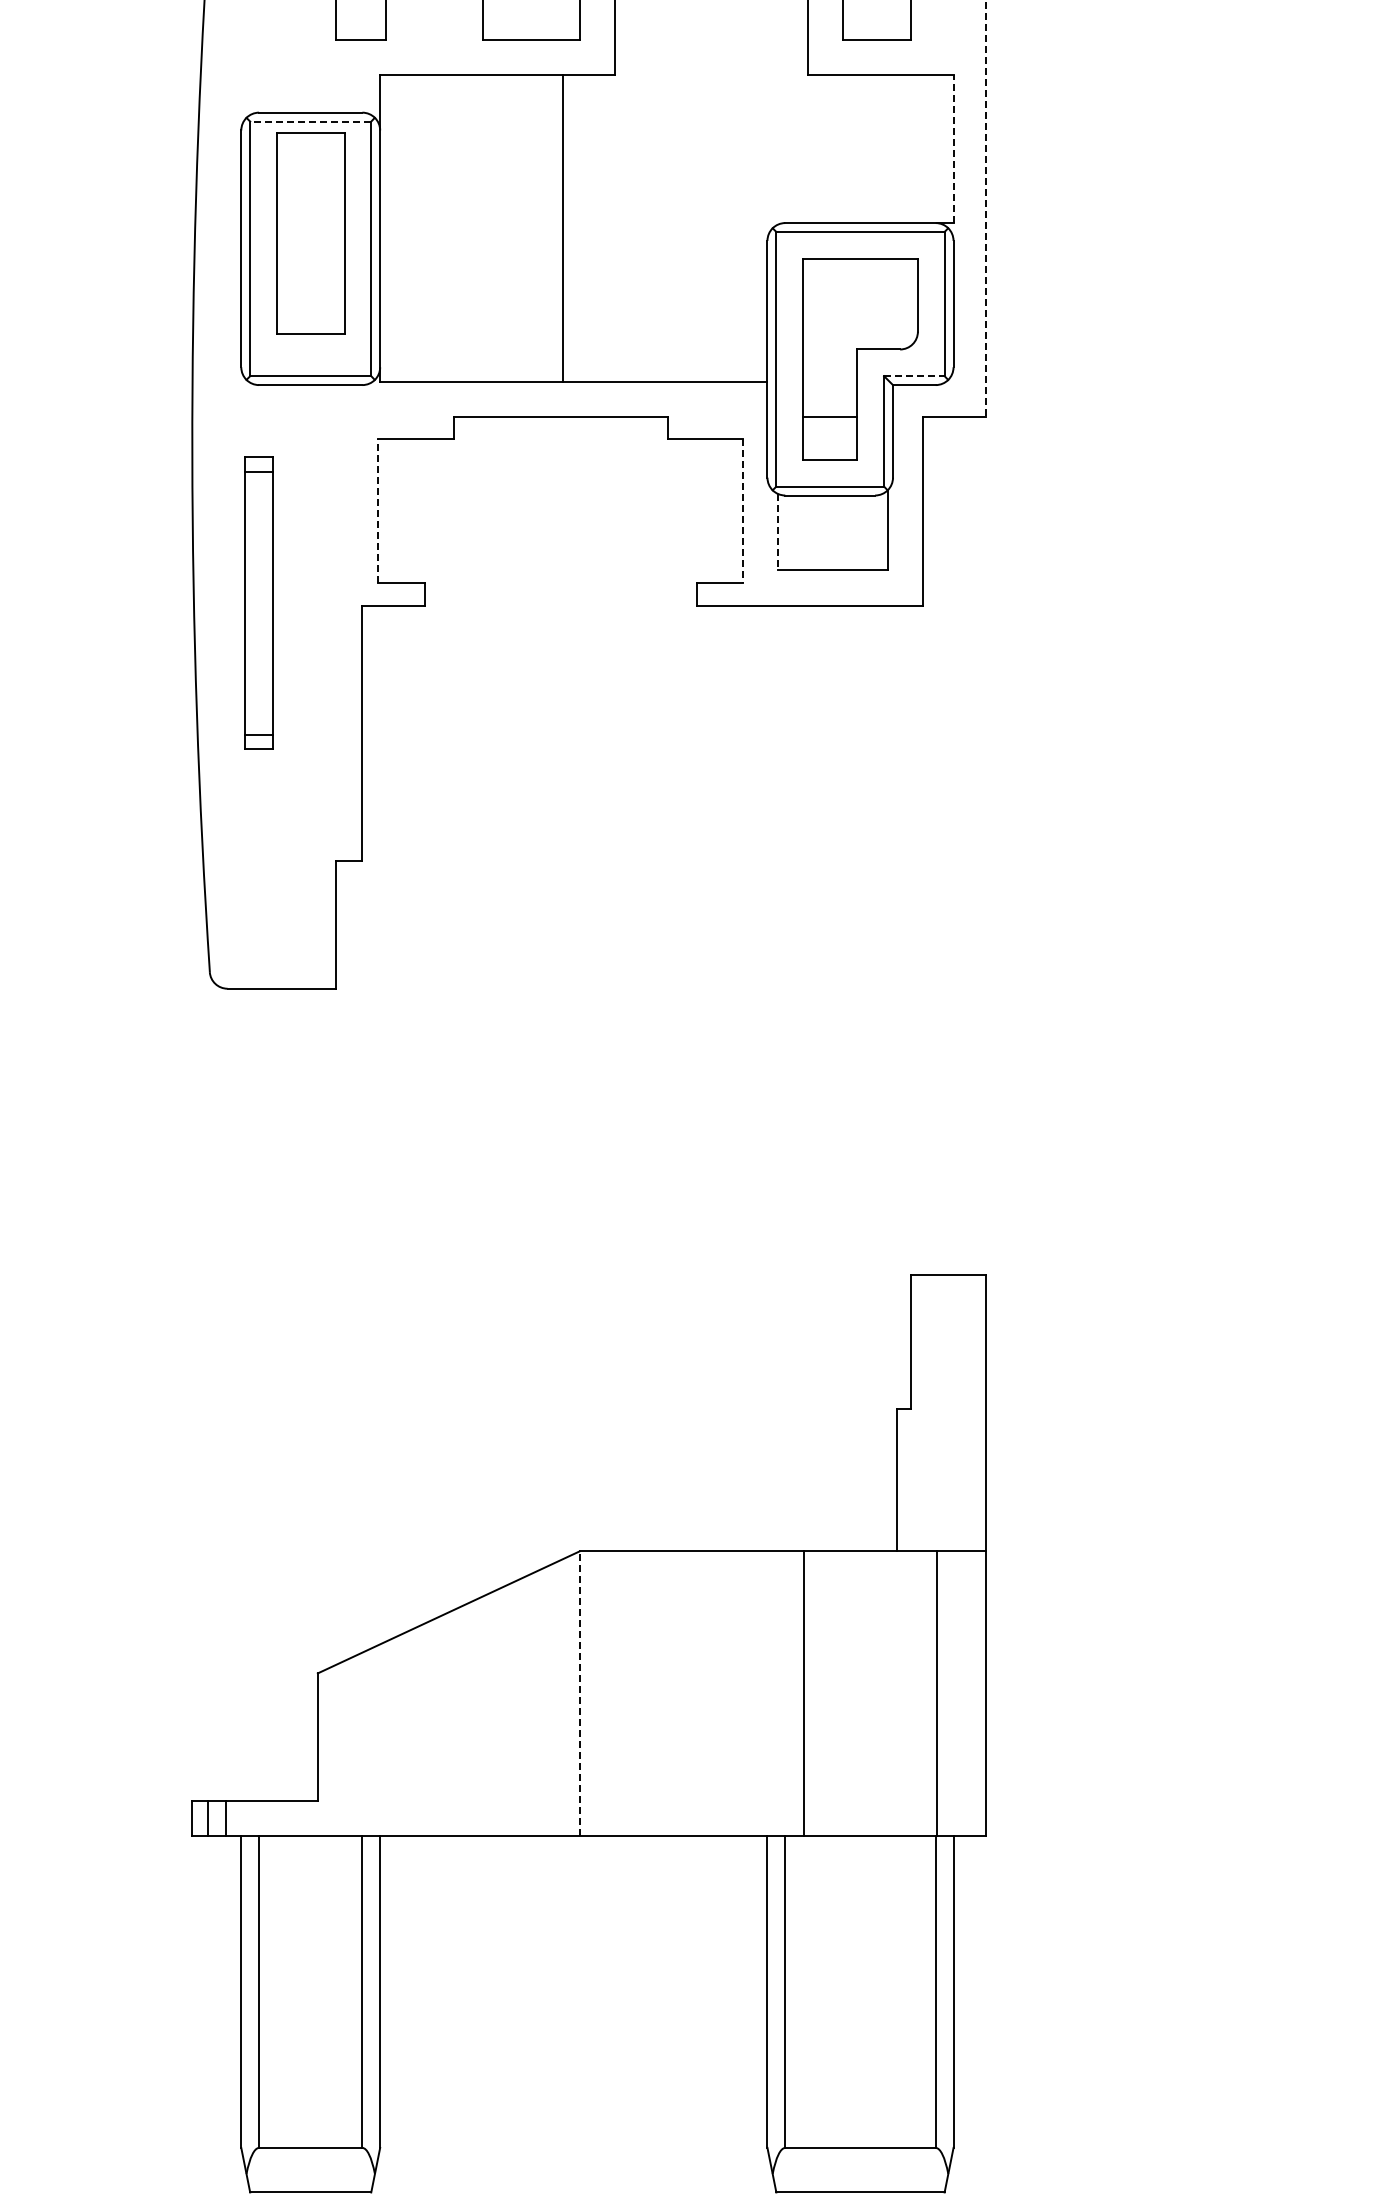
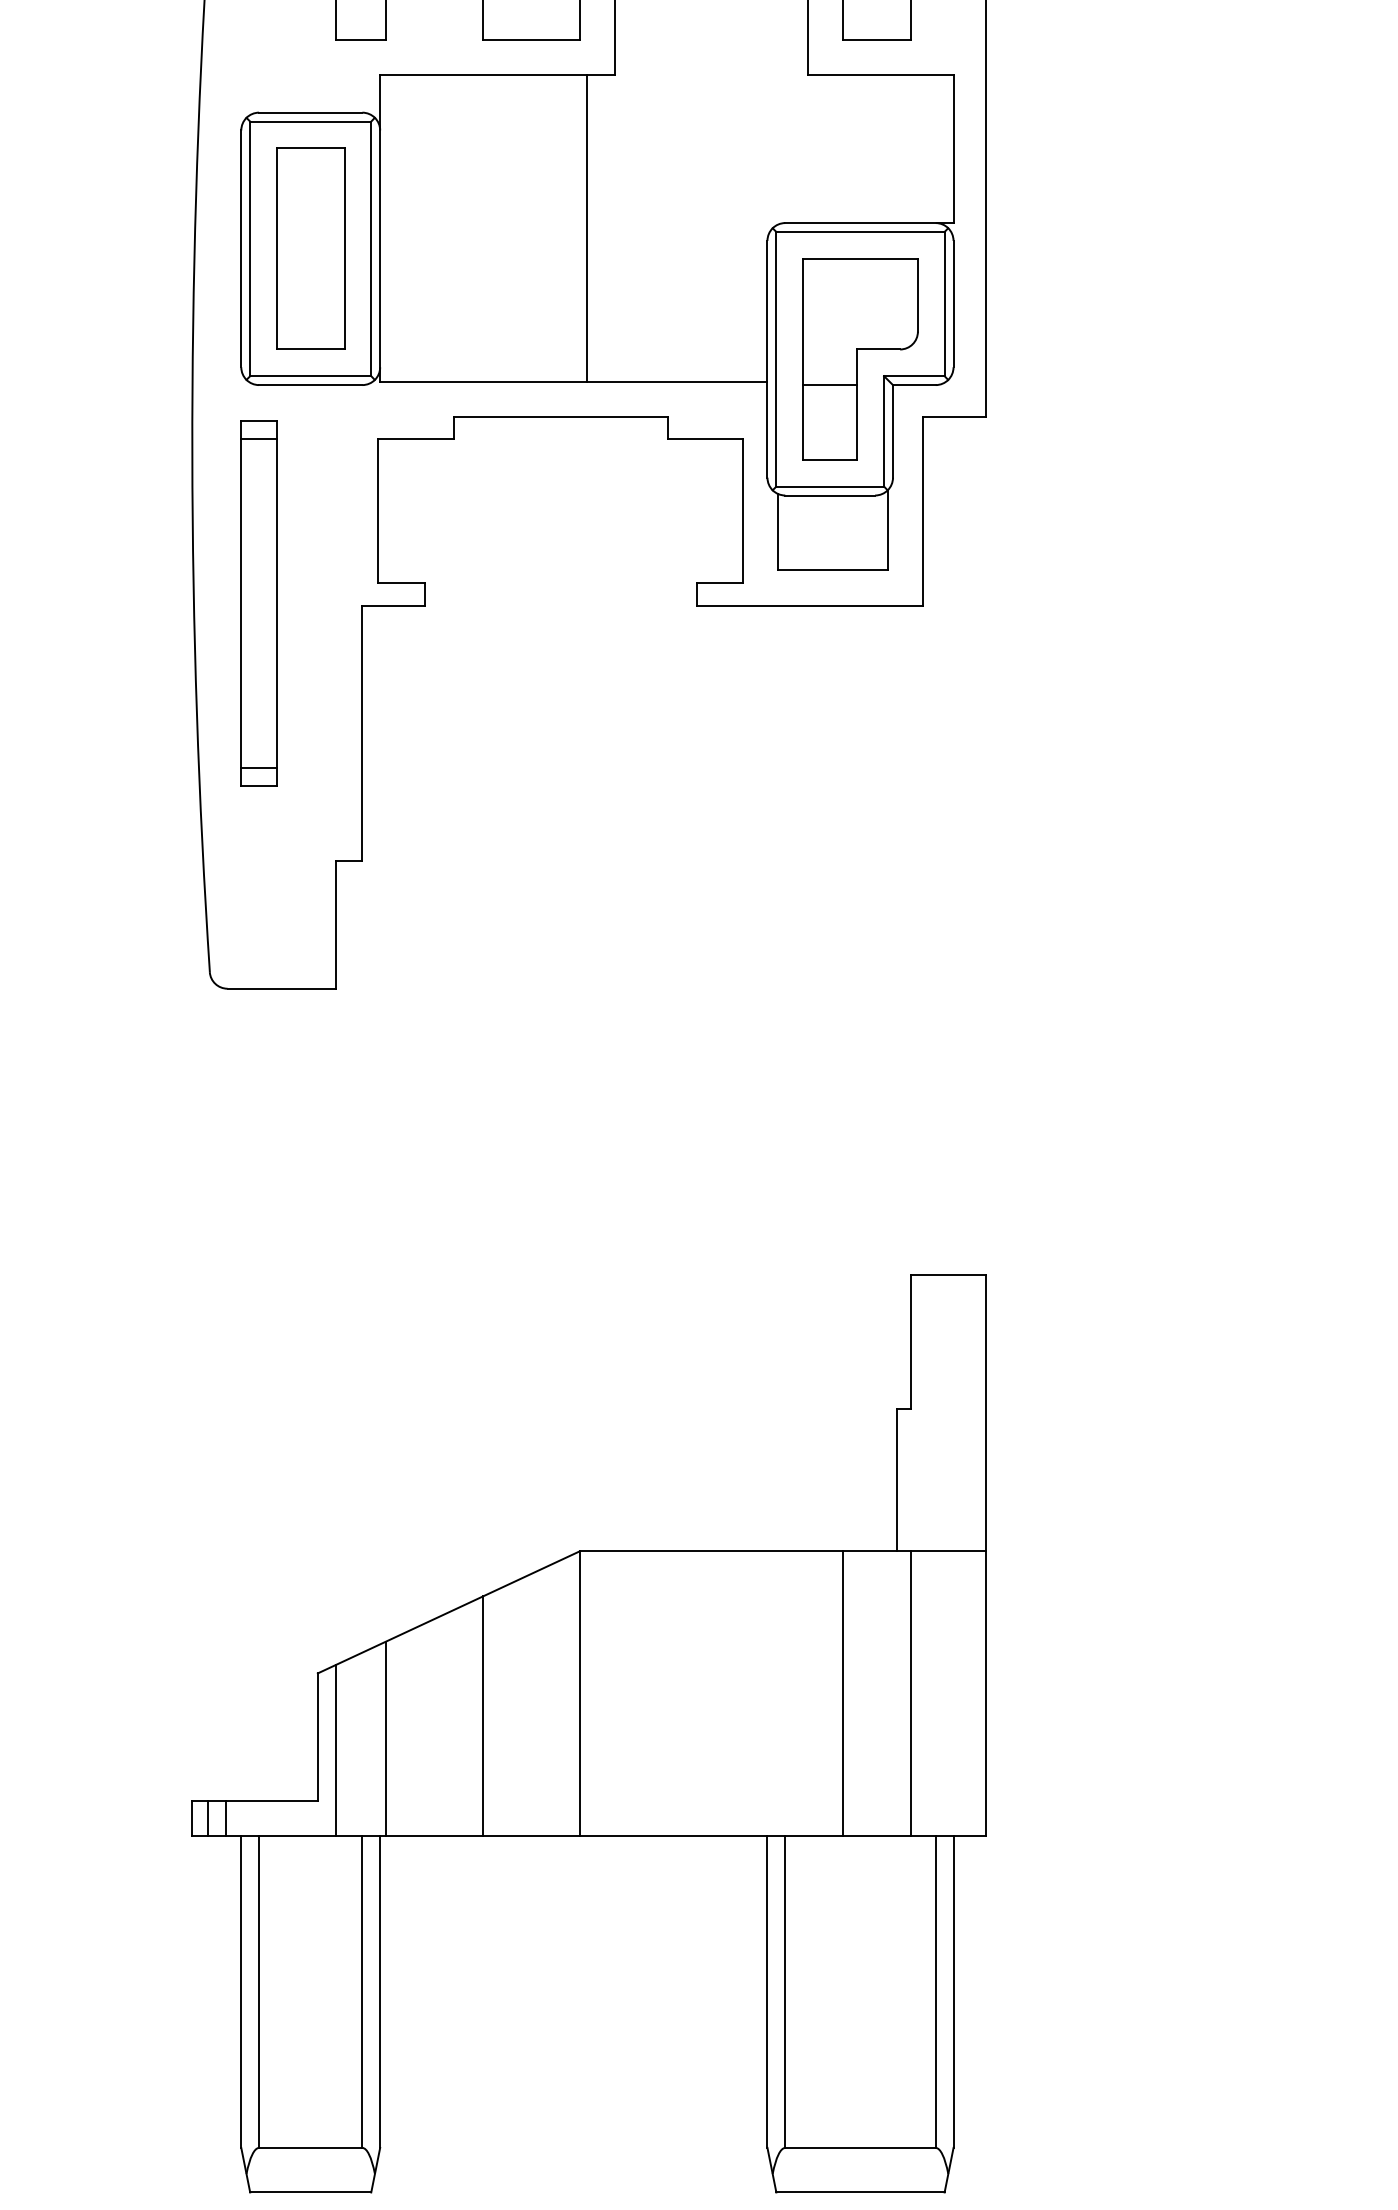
line at (310, 121): dashed -> solid
line at (953, 149): dashed -> solid
line at (985, 209): dashed -> solid
line at (563, 228) position: (563, 228) -> (587, 228)
part at (310, 233) position: (310, 233) -> (310, 248)
line at (914, 376): dashed -> solid
line at (830, 417) position: (830, 417) -> (830, 385)
line at (378, 510): dashed -> solid
line at (742, 511): dashed -> solid
line at (778, 532): dashed -> solid
part at (258, 602) size: 30x294 px -> 38x367 px
line at (579, 1693): dashed -> solid
line at (804, 1693) position: (804, 1693) -> (843, 1693)
line at (936, 1693) position: (936, 1693) -> (910, 1693)
line at (483, 1716): none -> present
line at (385, 1738): none -> present
line at (335, 1750): none -> present
